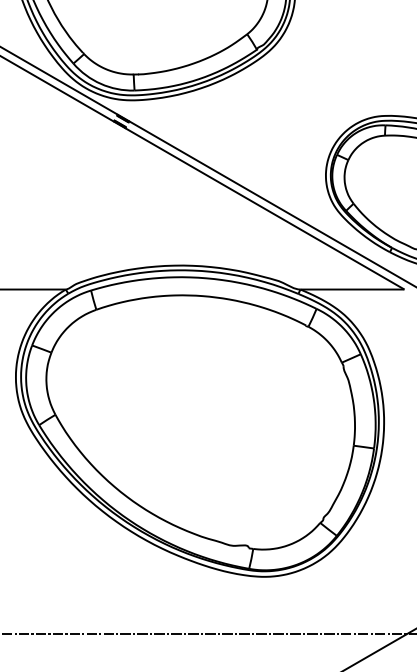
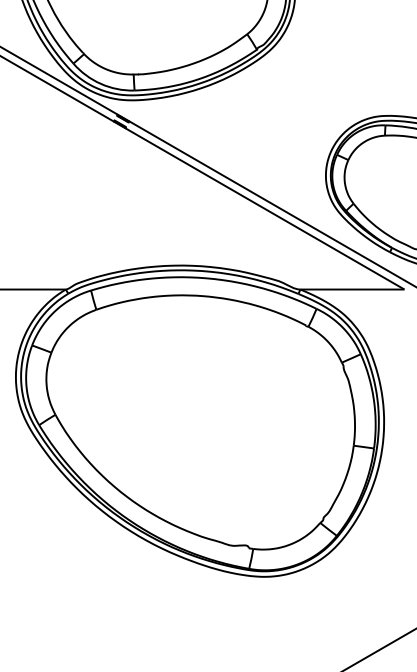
line at (207, 633): present -> none
